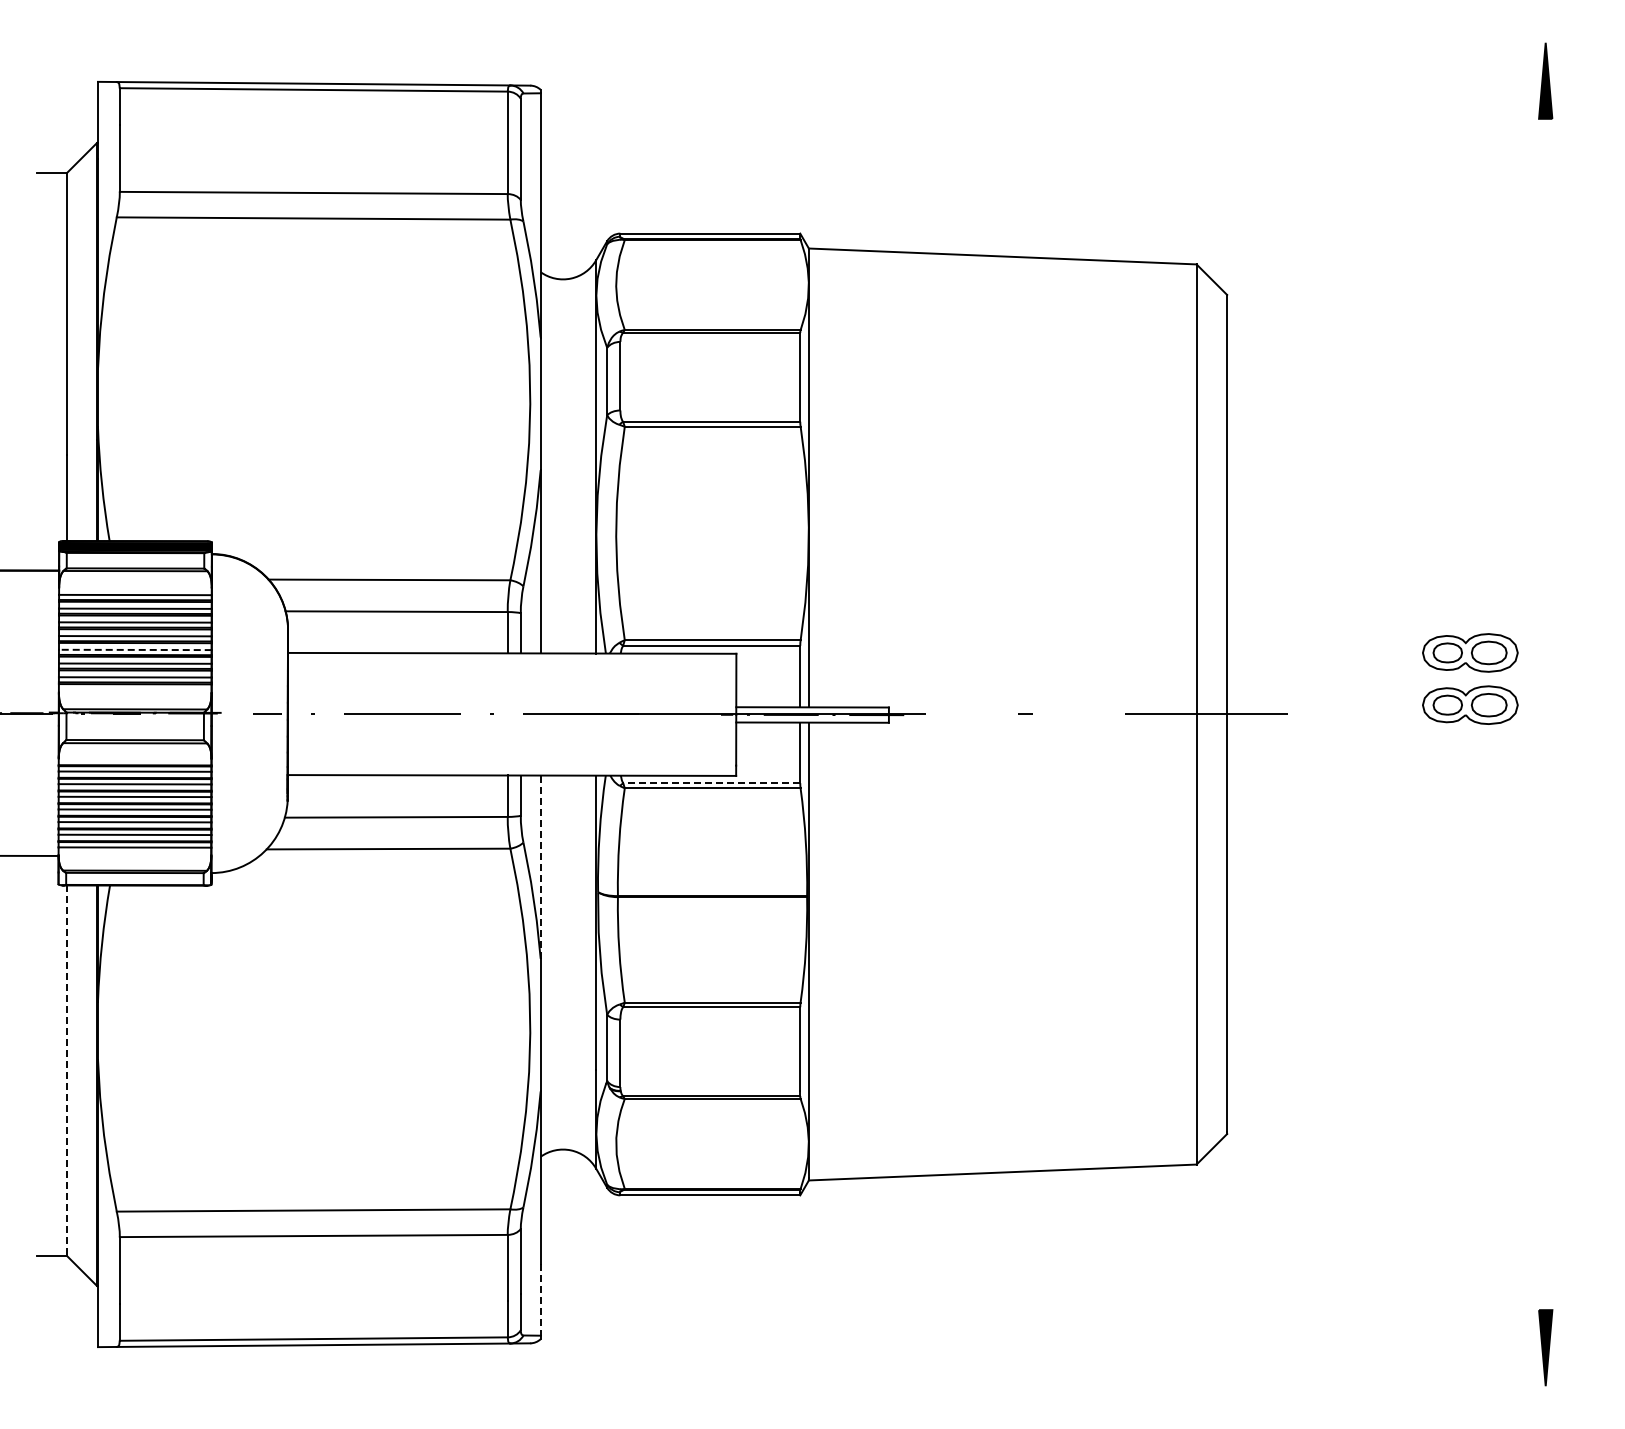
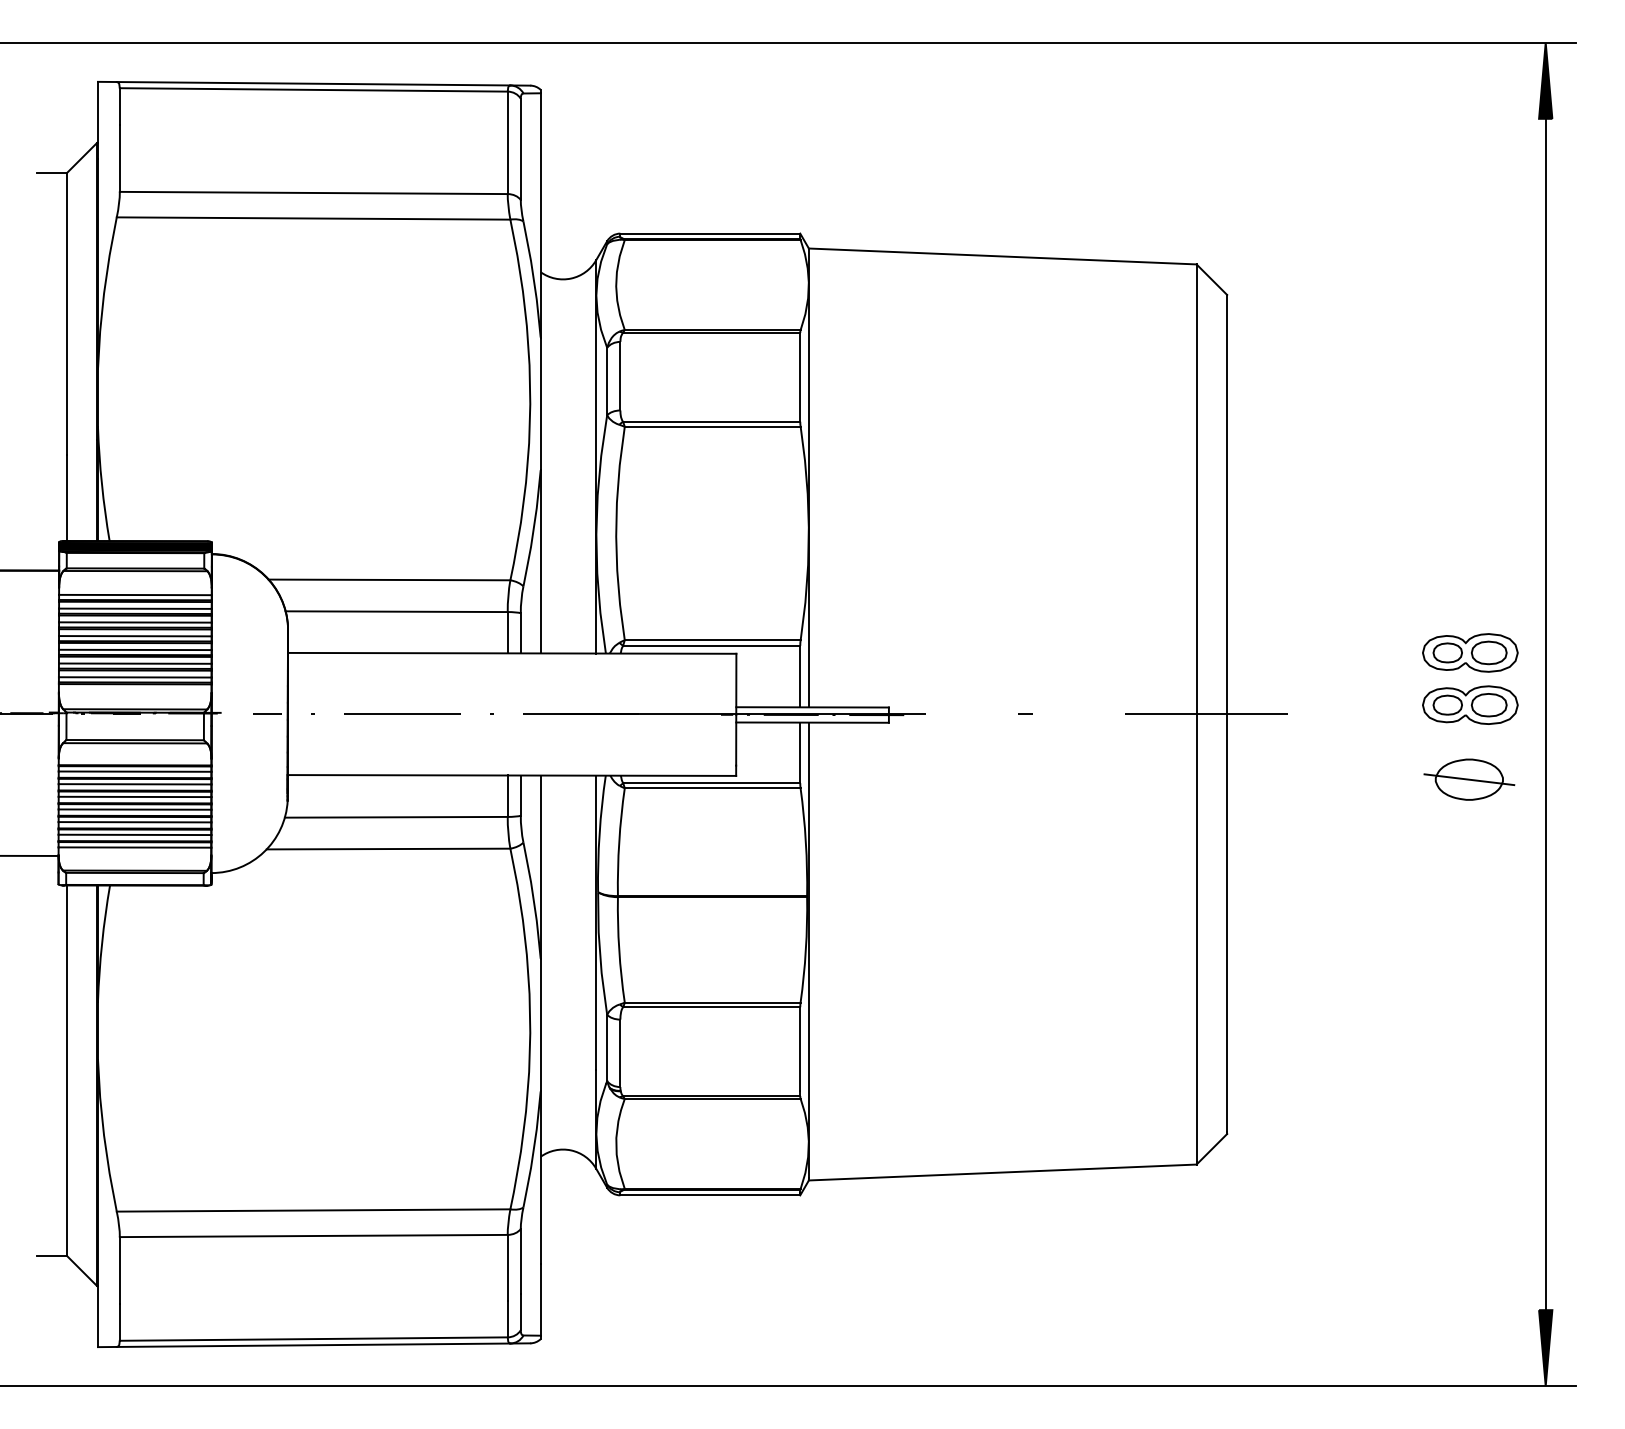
line at (789, 42): none -> present
line at (134, 649): dashed -> solid
line at (1545, 714): none -> present
part at (1469, 779): none -> present
line at (711, 783): dashed -> solid
line at (540, 867): dashed -> solid
line at (67, 1071): dashed -> solid
line at (540, 1299): dashed -> solid
line at (789, 1386): none -> present
